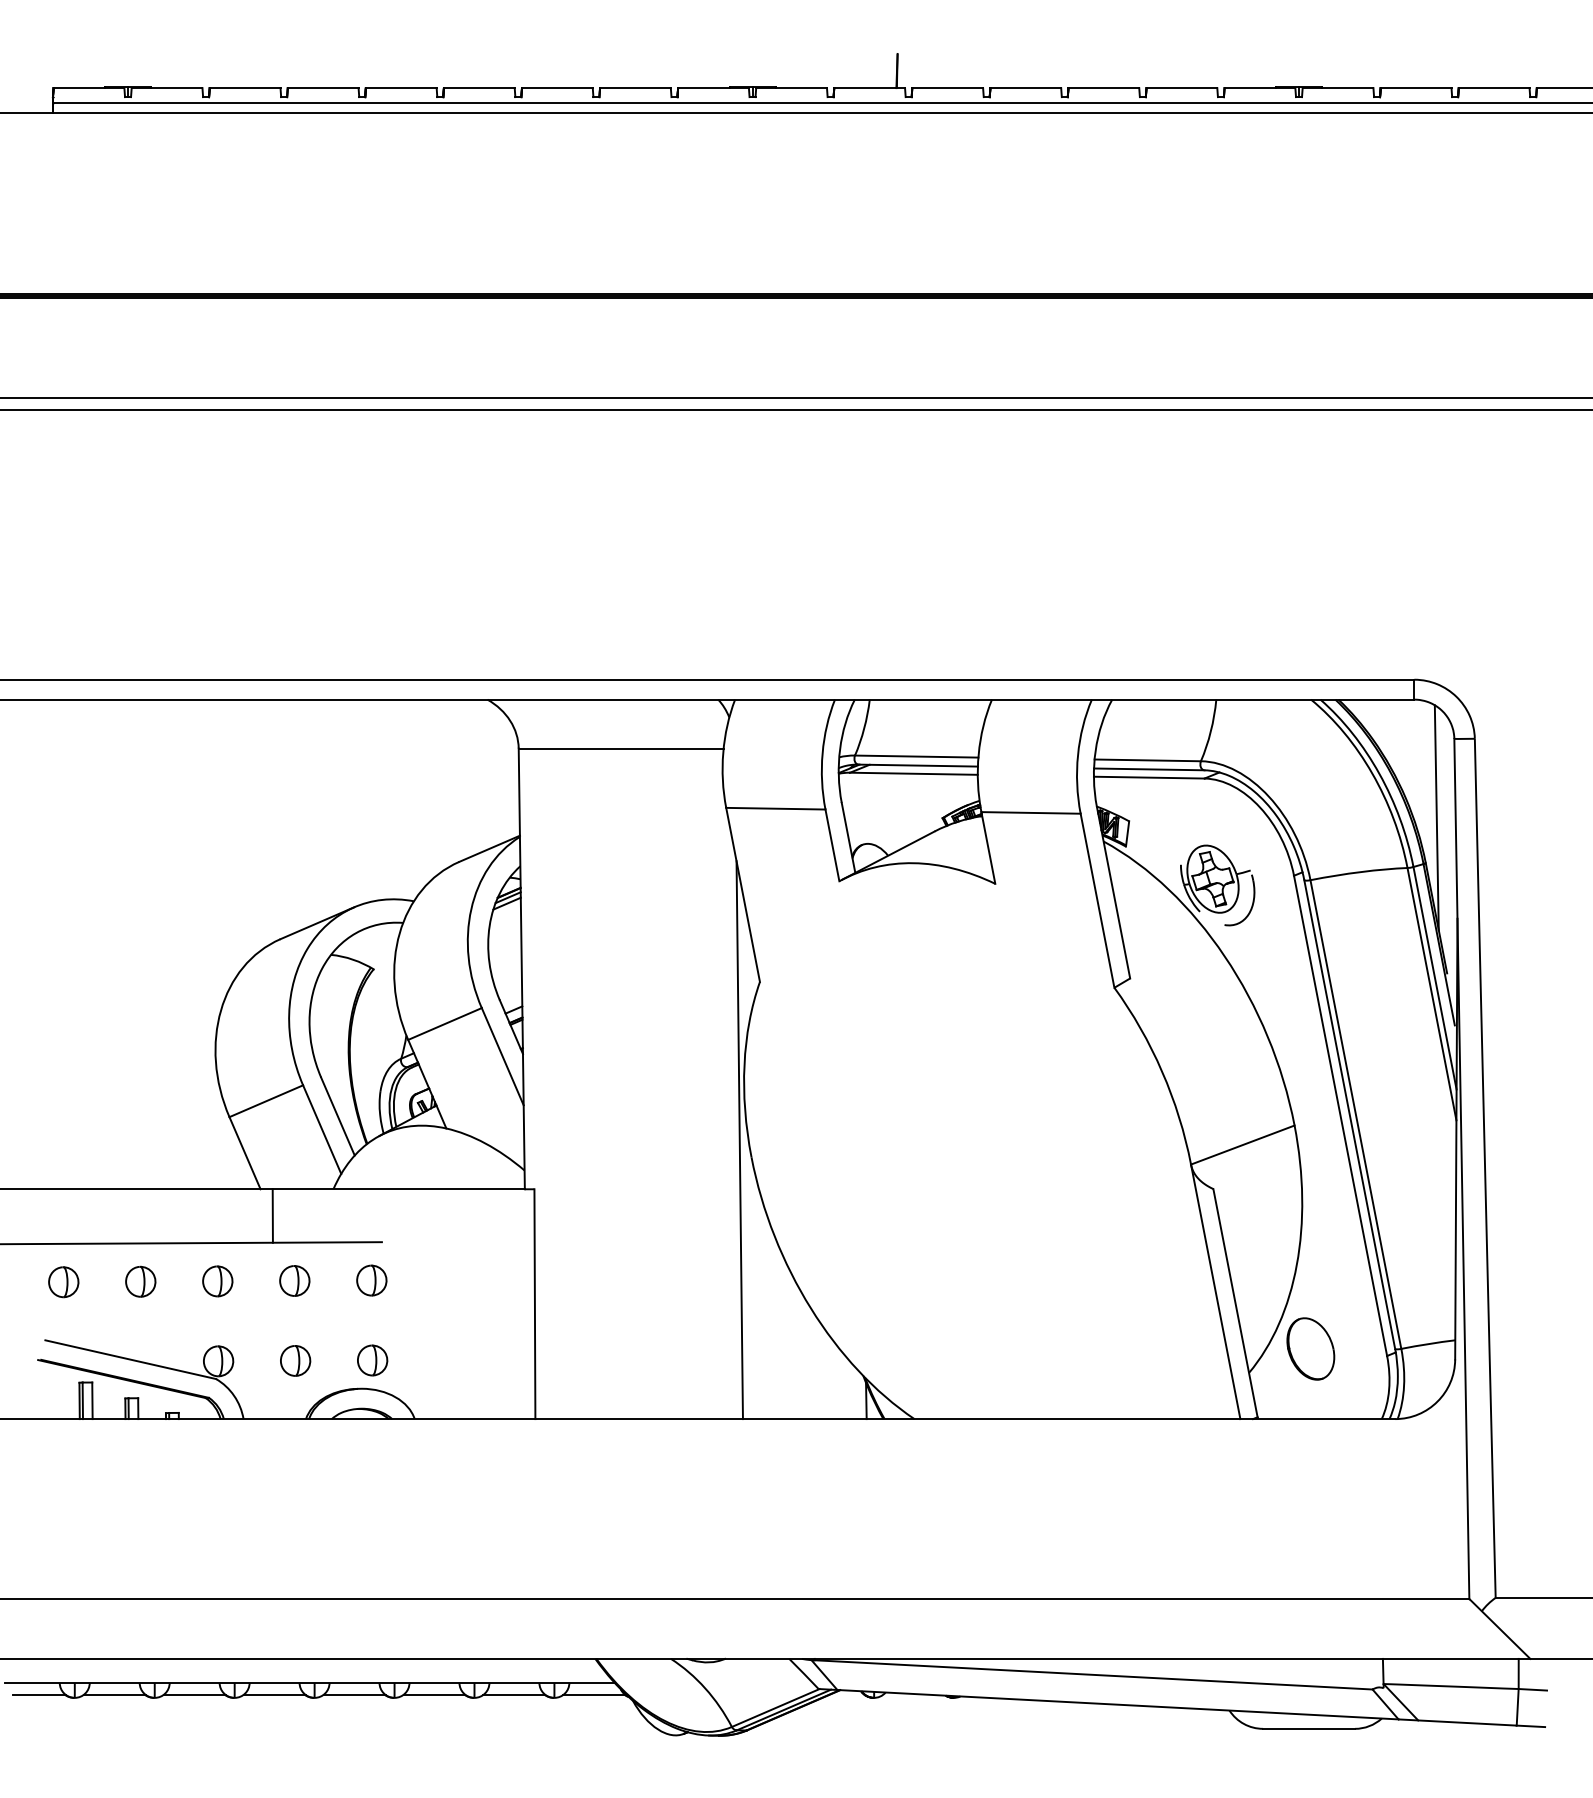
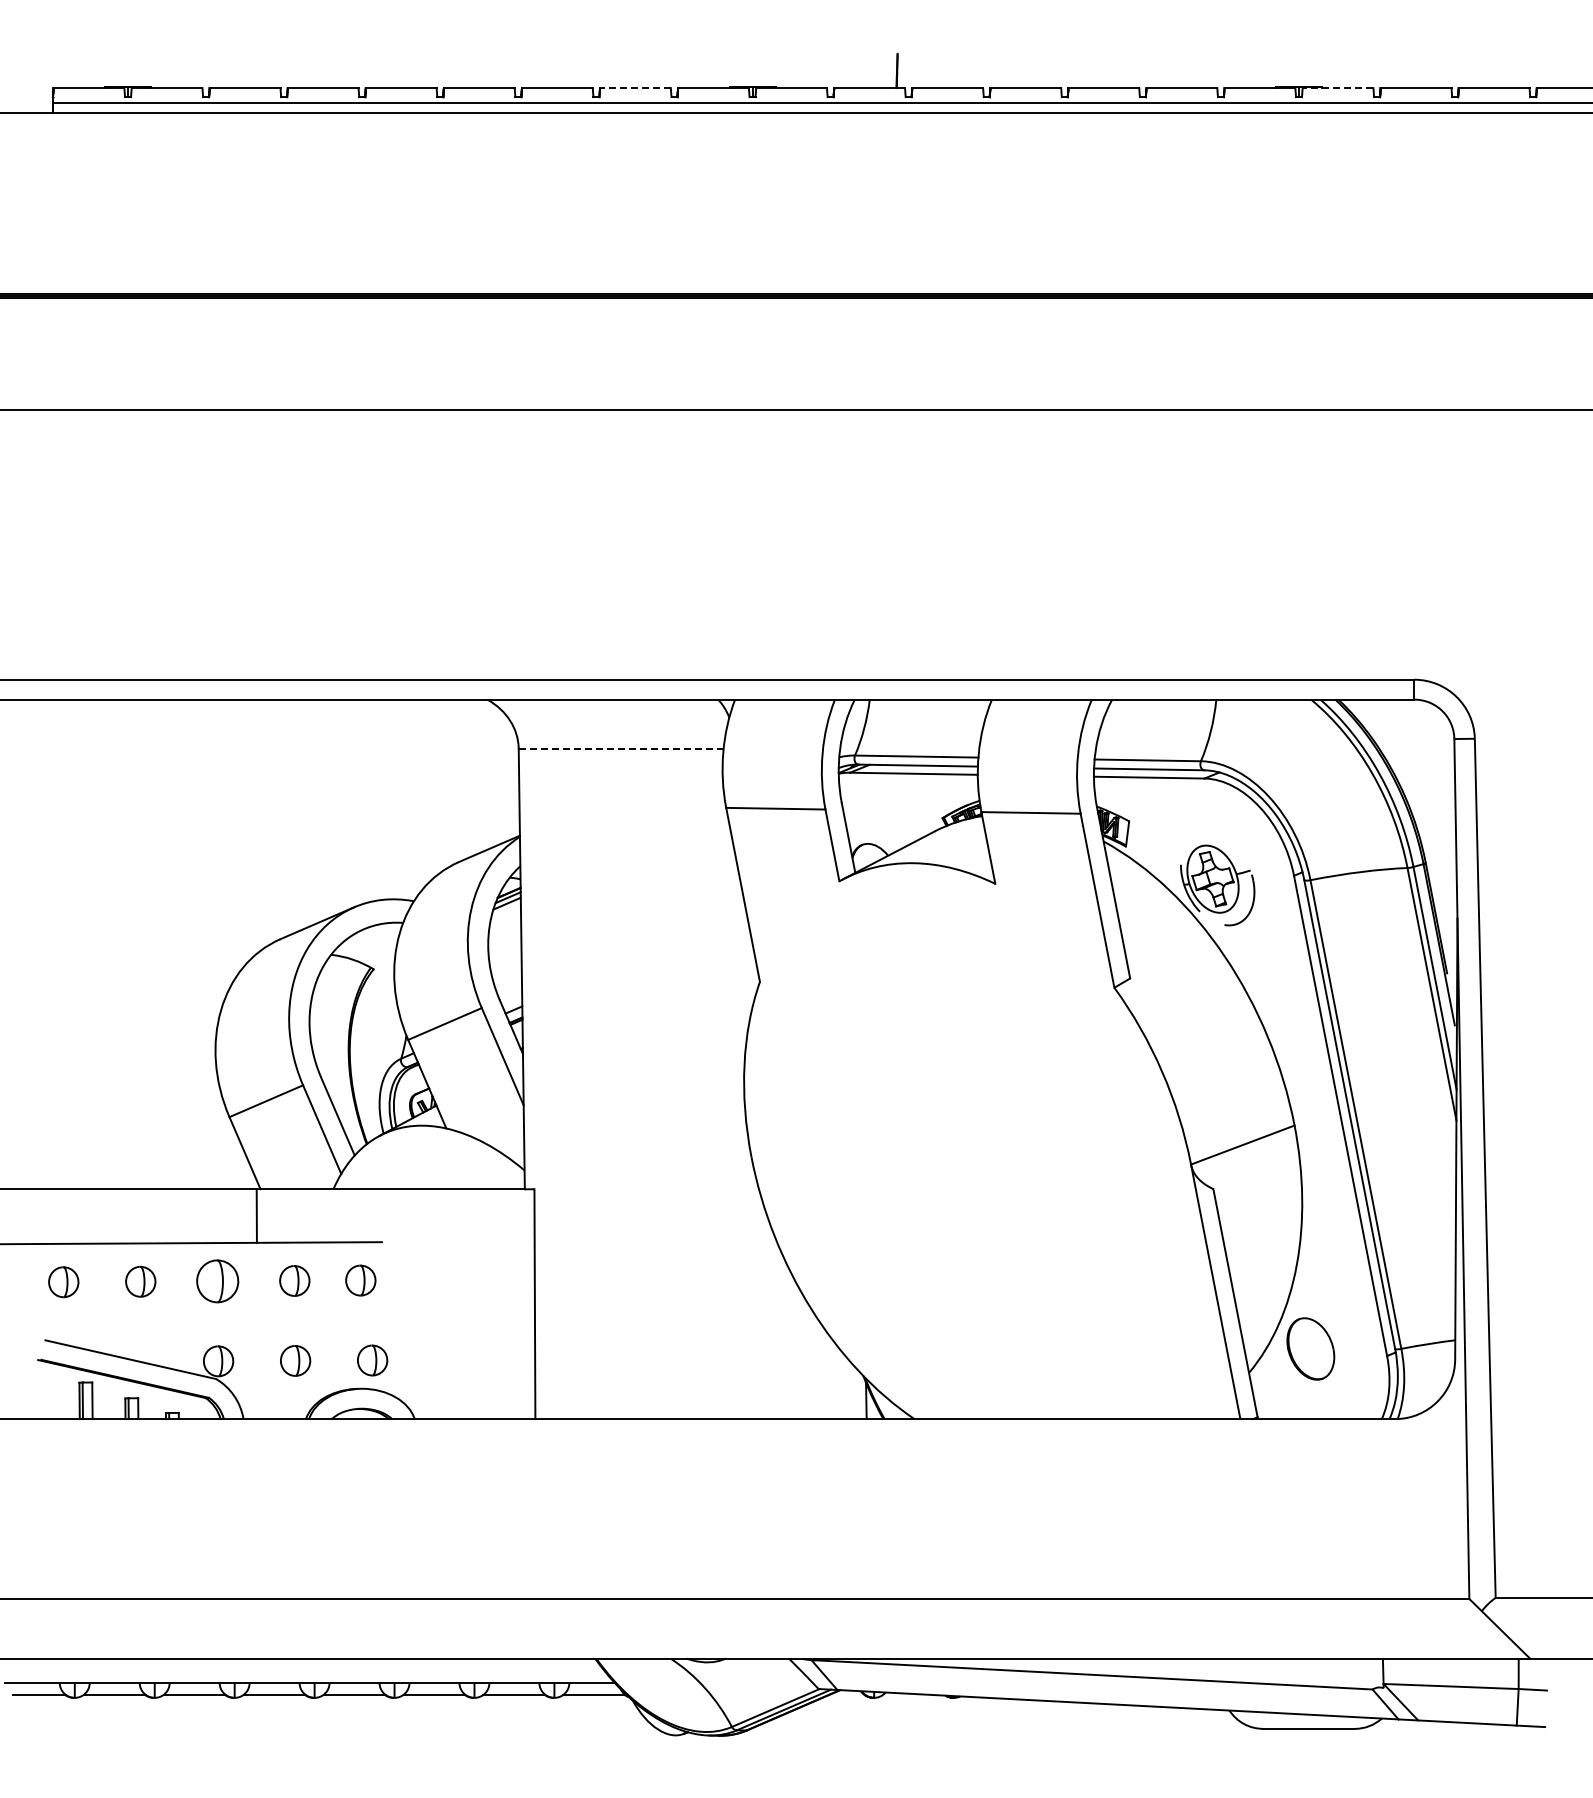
line at (634, 88): solid -> dashed
line at (1337, 88): solid -> dashed
line at (795, 398): present -> none
line at (621, 748): solid -> dashed
line at (1436, 817): present -> none
line at (739, 1140): present -> none
line at (272, 1215) position: (272, 1215) -> (256, 1215)
part at (371, 1280) position: (371, 1280) -> (360, 1280)
part at (217, 1281) size: 32x33 px -> 44x45 px
